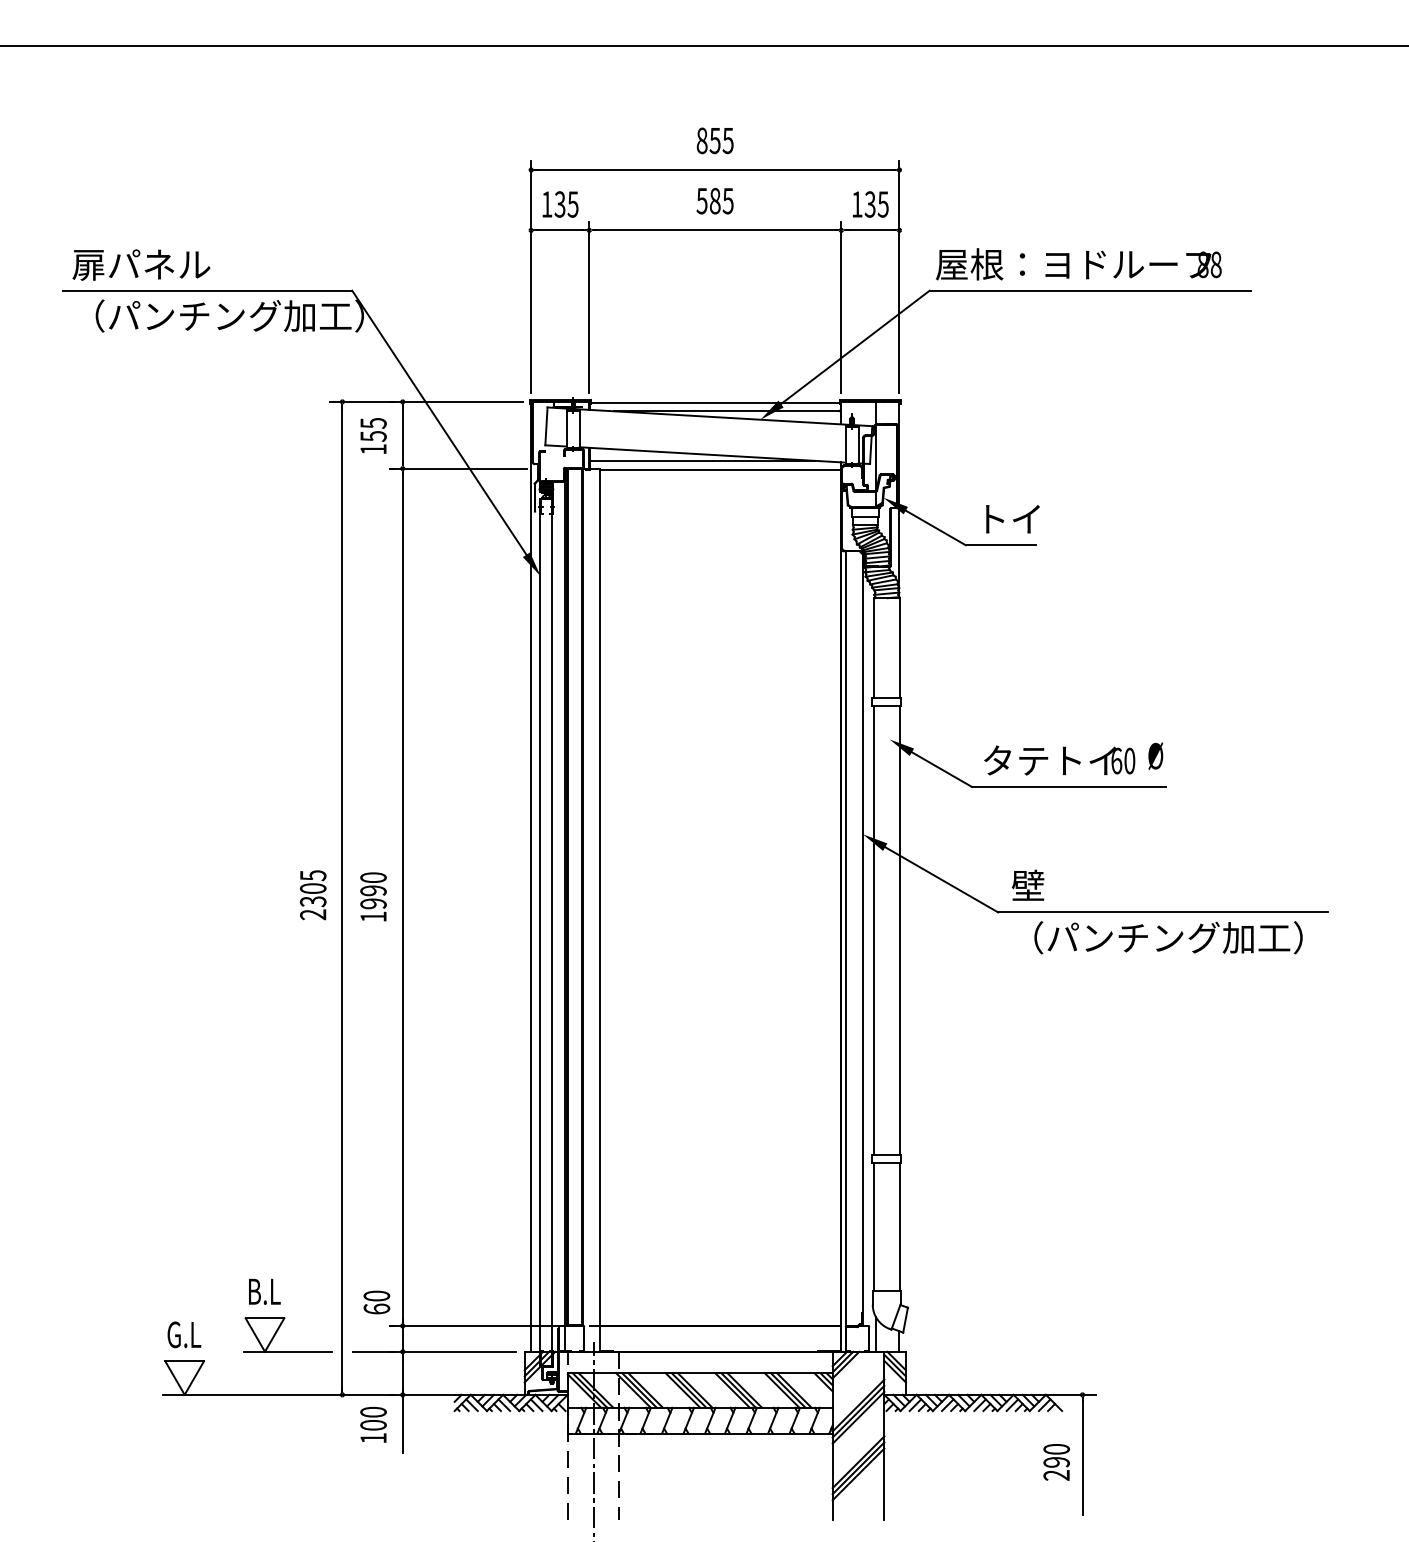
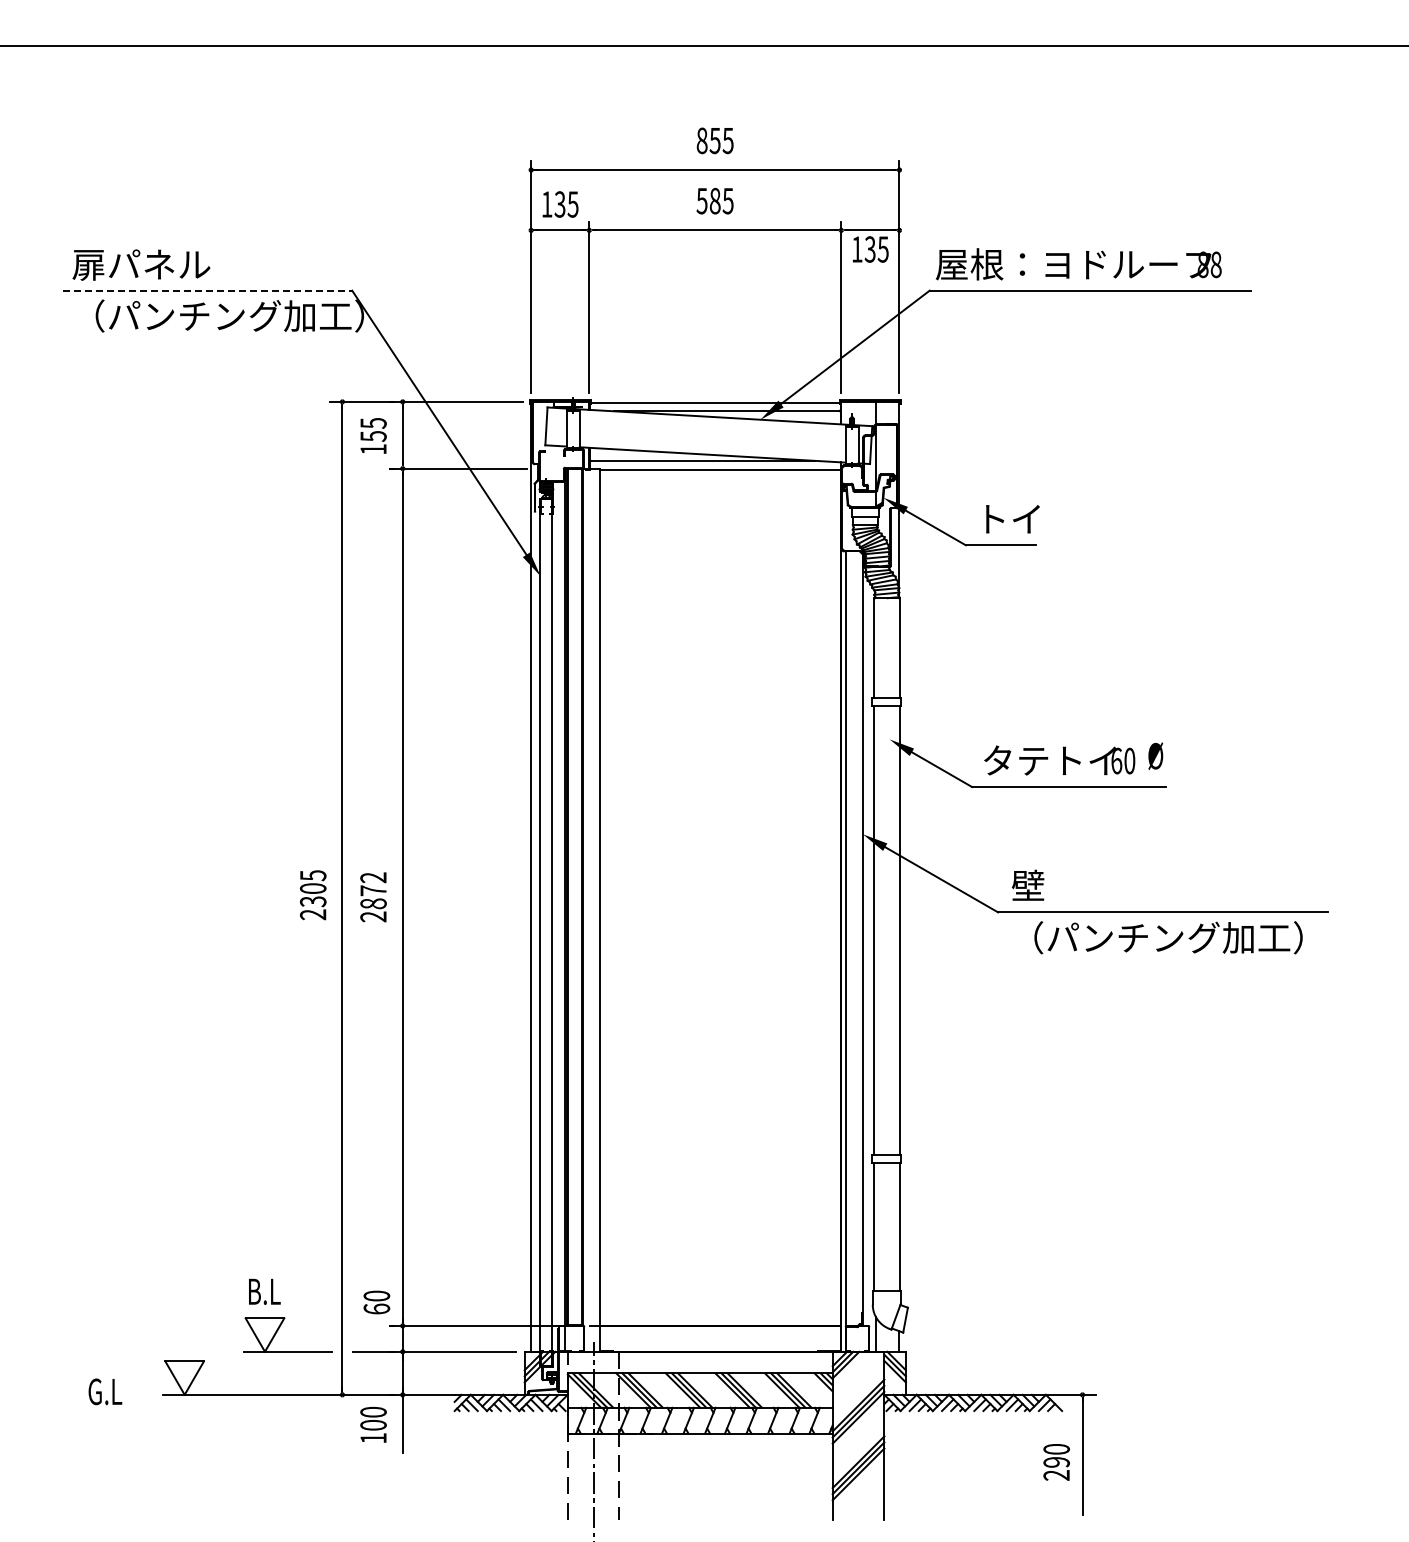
text at (870, 204) position: (870, 204) -> (870, 249)
line at (207, 290): solid -> dashed
text at (373, 897): 1990 -> 2872
text at (184, 1334) position: (184, 1334) -> (105, 1391)
